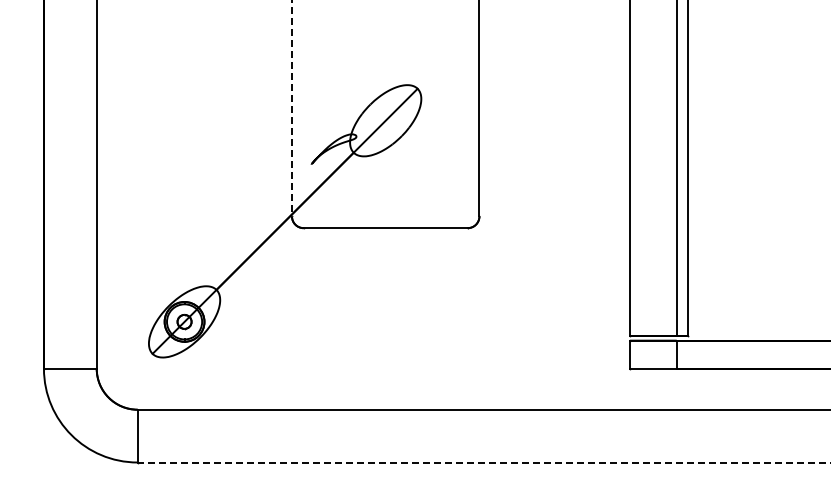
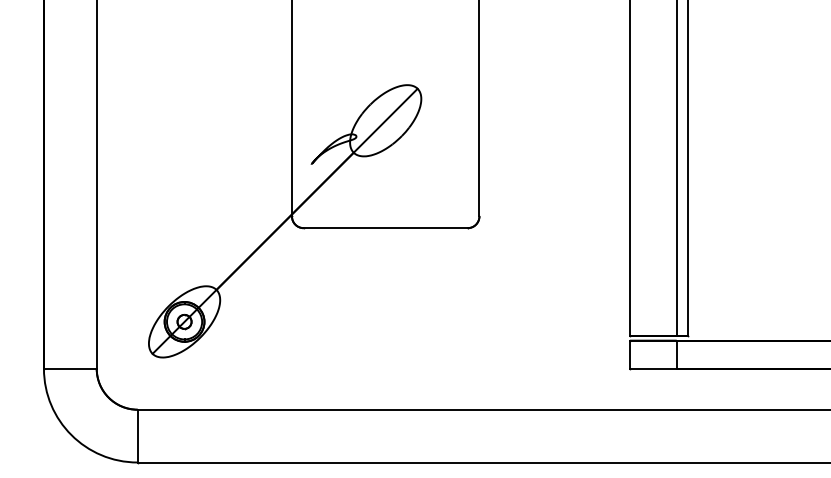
line at (291, 108): dashed -> solid
line at (483, 462): dashed -> solid
